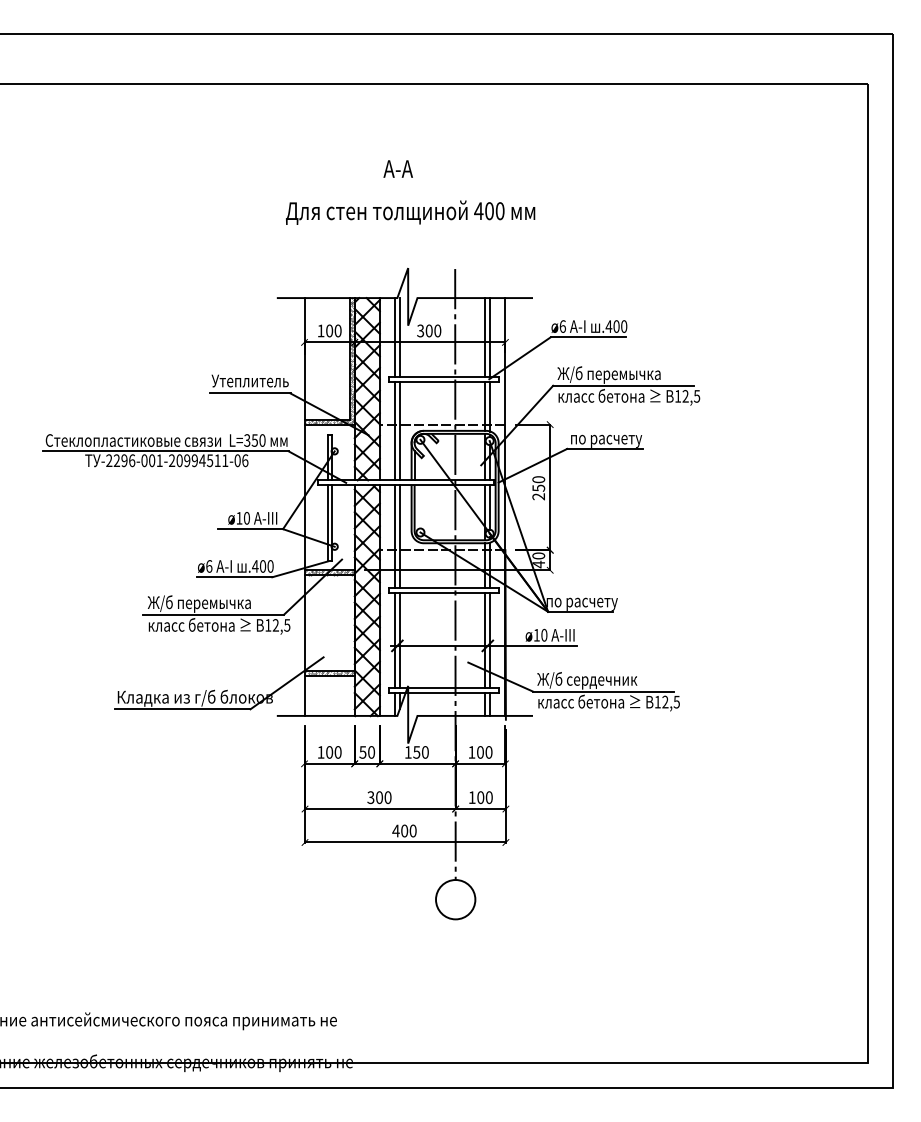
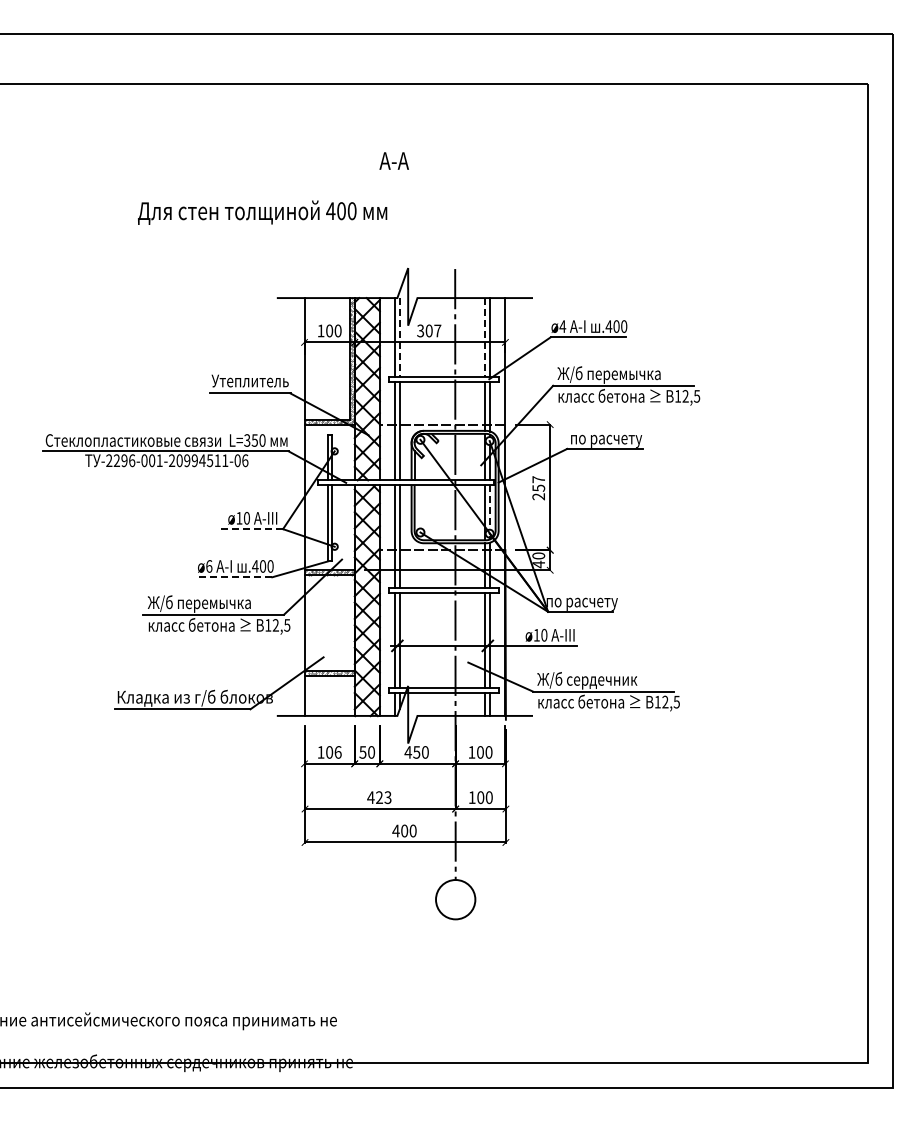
text at (397, 168) position: (397, 168) -> (393, 160)
text at (410, 212) position: (410, 212) -> (262, 212)
text at (562, 326): ø6 -> ø4
text at (437, 330): 300 -> 307
line at (399, 337): solid -> dashed
line at (485, 337): solid -> dashed
text at (538, 479): 250 -> 257
line at (490, 508): solid -> dashed
line at (250, 529): solid -> dashed
line at (234, 577): solid -> dashed
text at (337, 752): 100 -> 106
text at (408, 752): 150 -> 450
text at (379, 797): 300 -> 423
